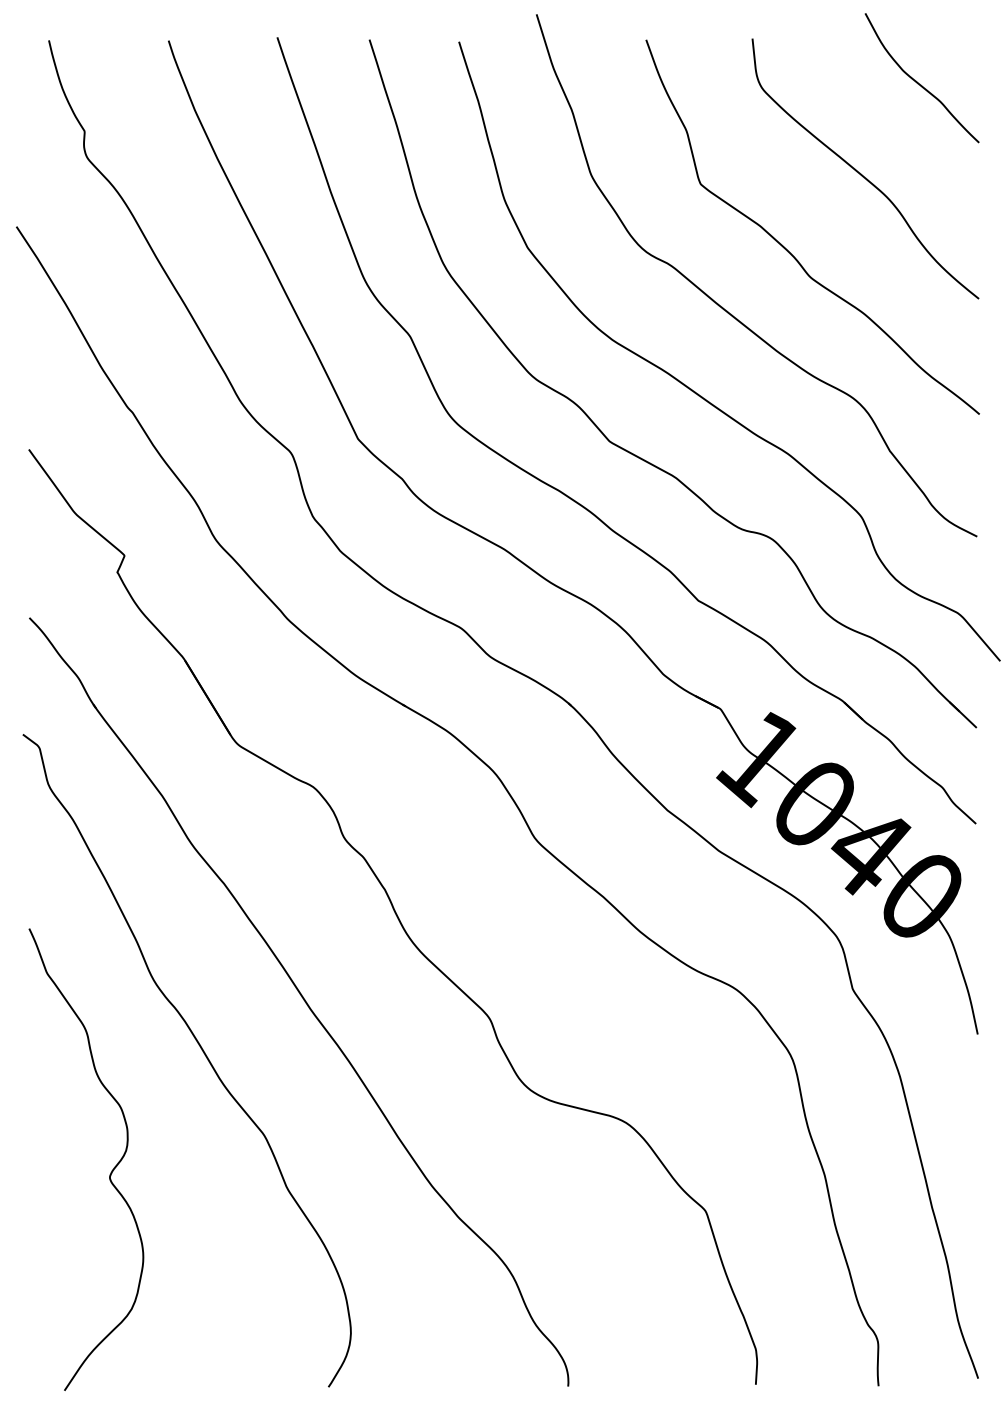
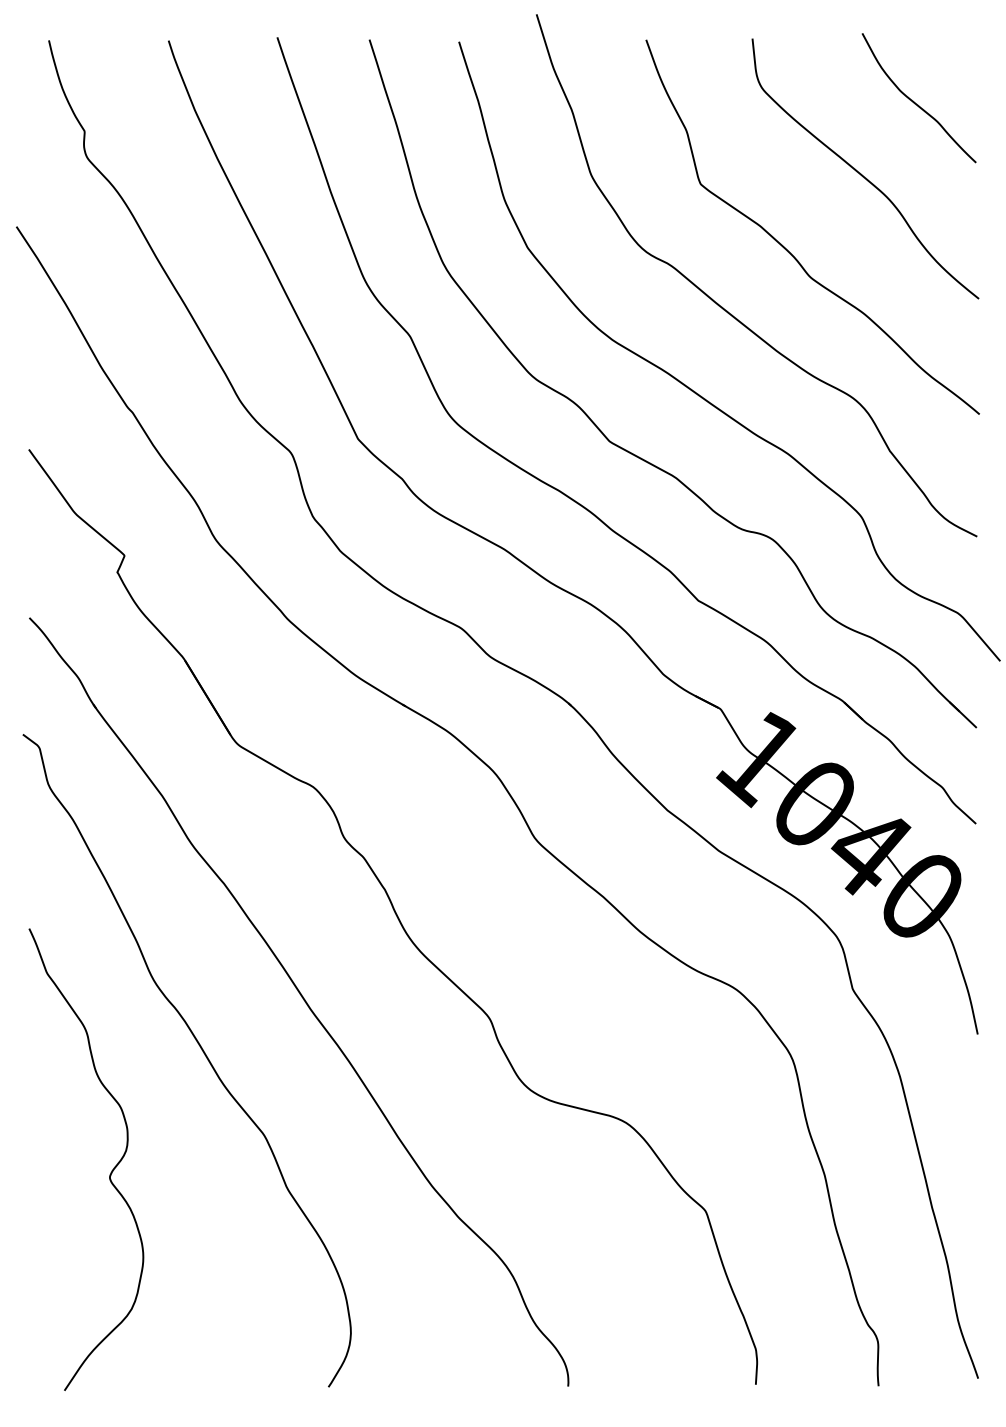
curve at (917, 81) position: (917, 81) -> (914, 101)
